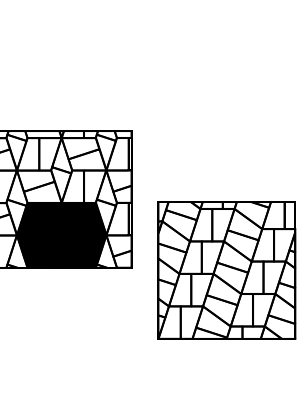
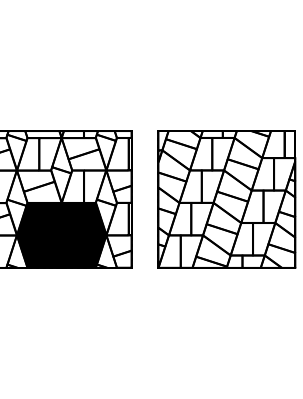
part at (226, 270) position: (226, 270) -> (226, 199)
